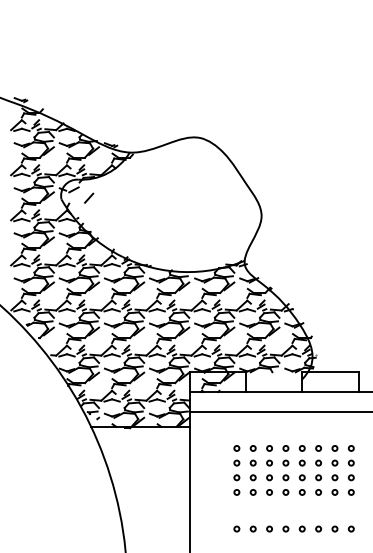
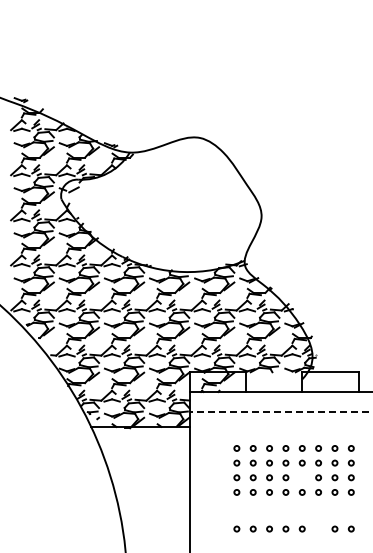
line at (89, 197): present -> none
line at (280, 411): solid -> dashed
circle at (301, 477): present -> none
circle at (318, 528): present -> none
